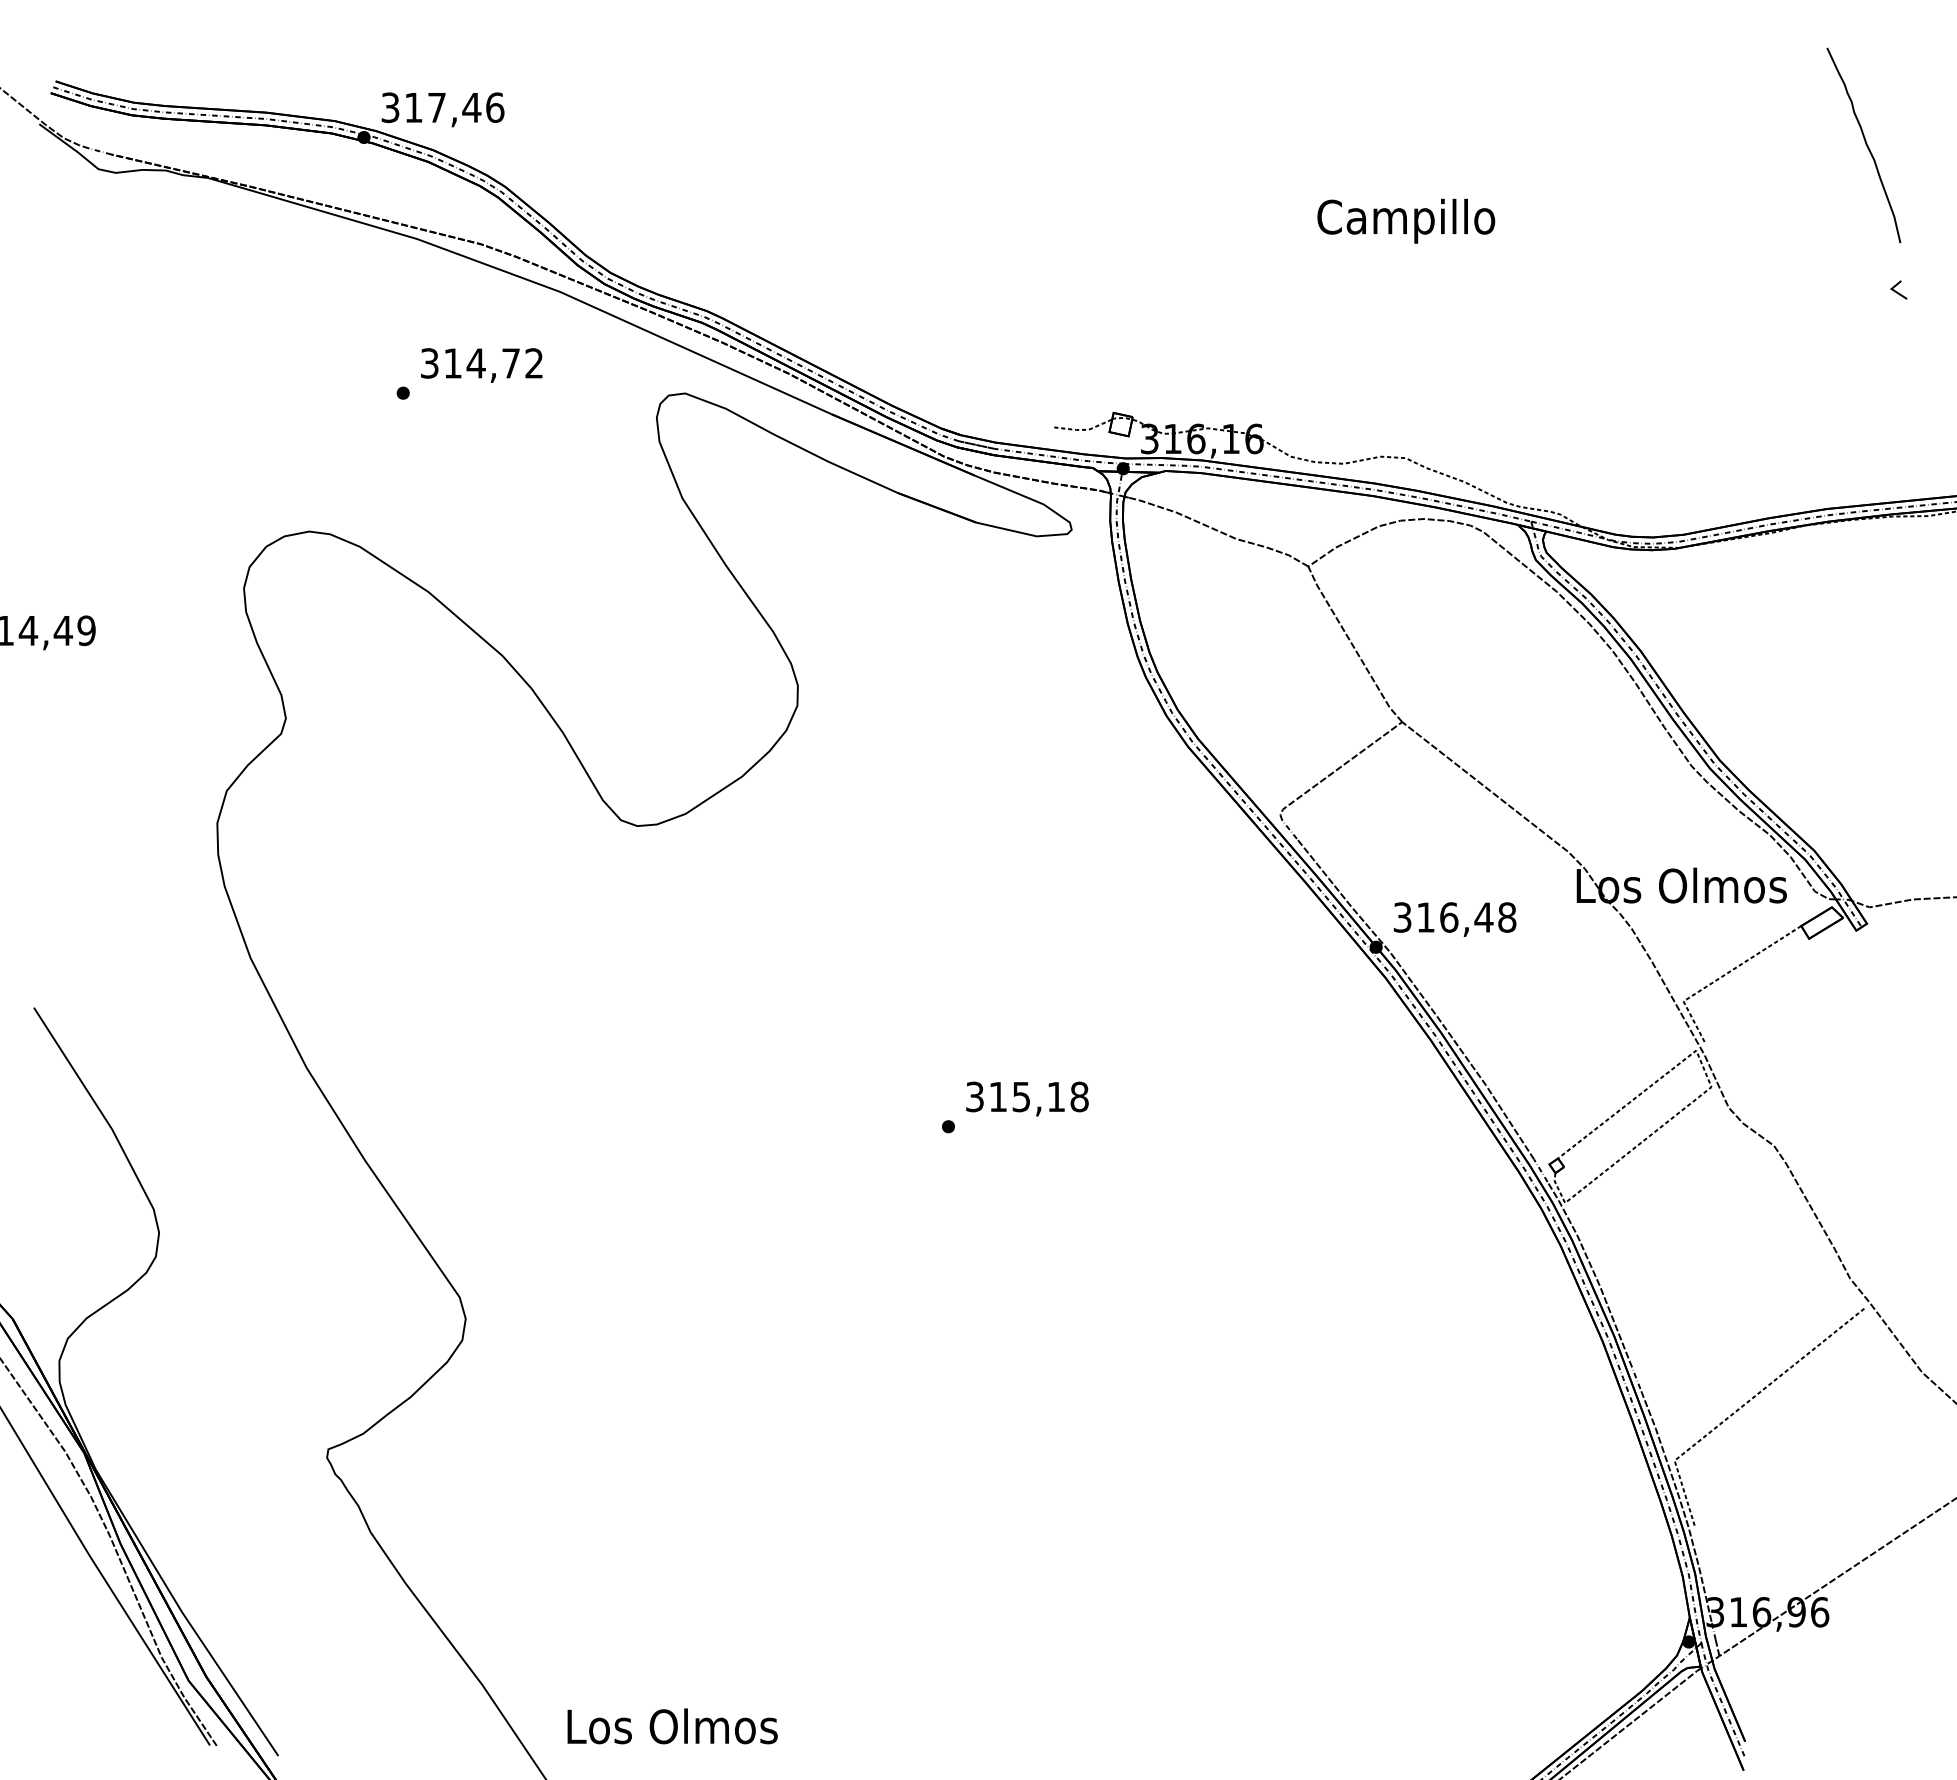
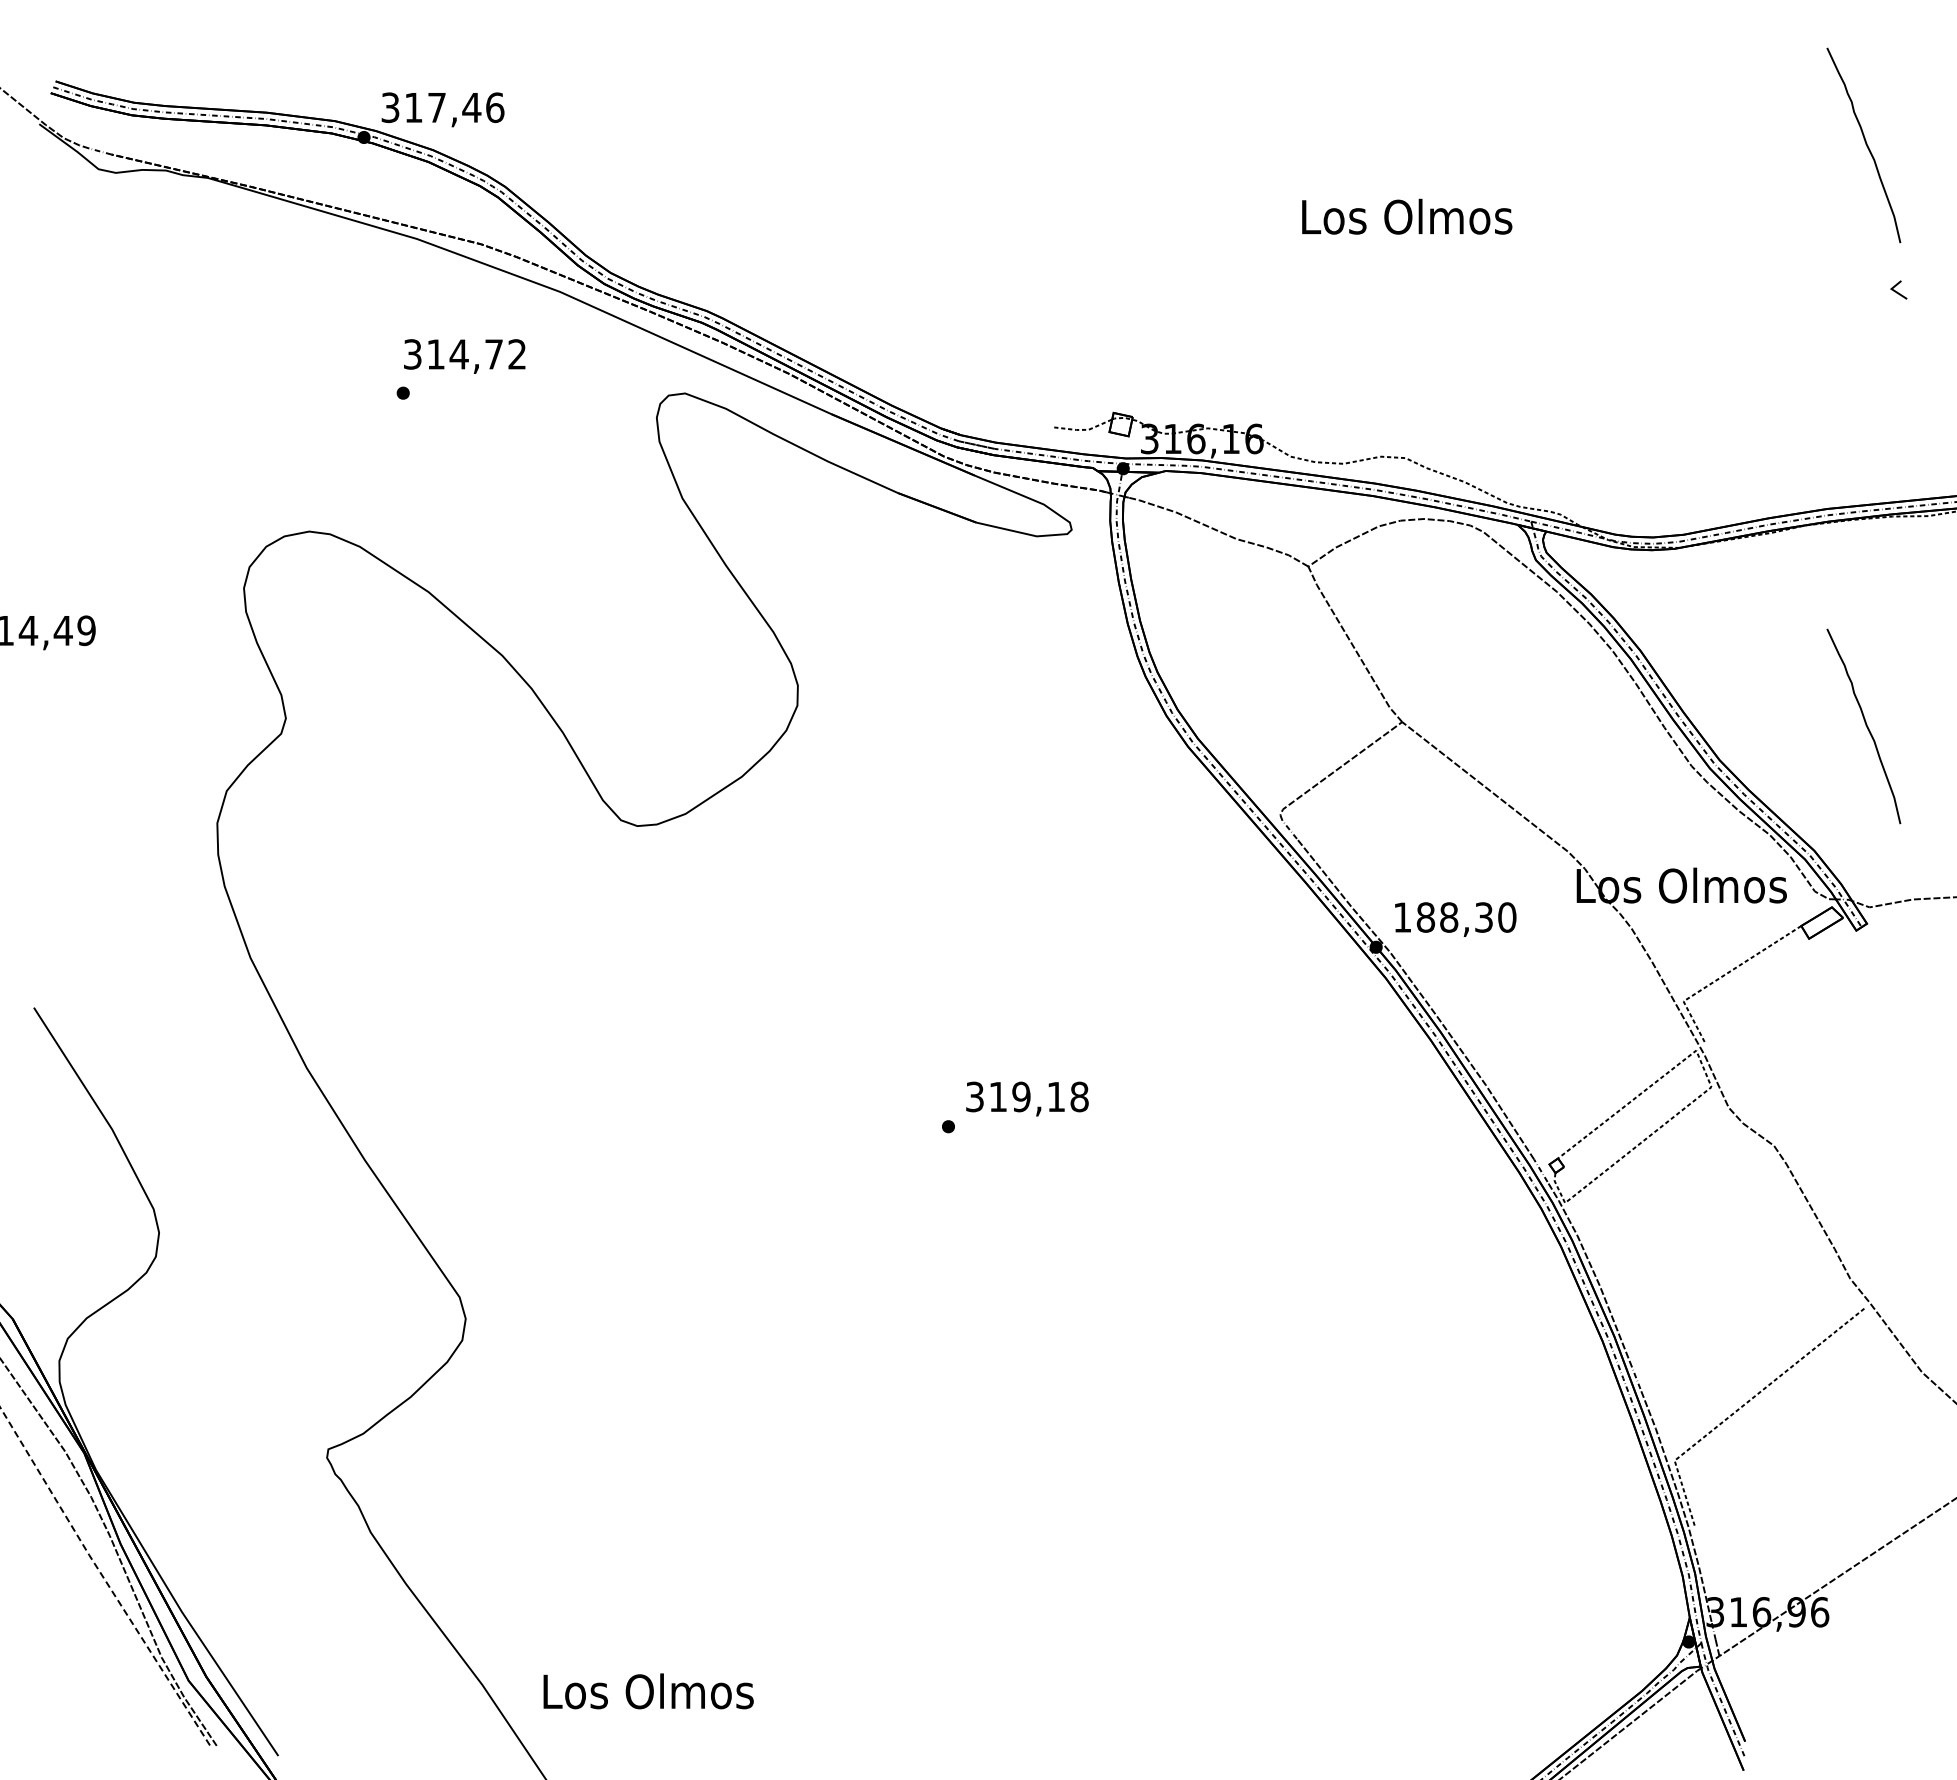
text at (1407, 220): Campillo -> Los Olmos
text at (481, 365) position: (481, 365) -> (464, 356)
curve at (1865, 725): none -> present
text at (1454, 917): 316,48 -> 188,30
text at (1021, 1096): 315,18 -> 319,18
line at (103, 1576): solid -> dashed
text at (672, 1726) position: (672, 1726) -> (648, 1691)
